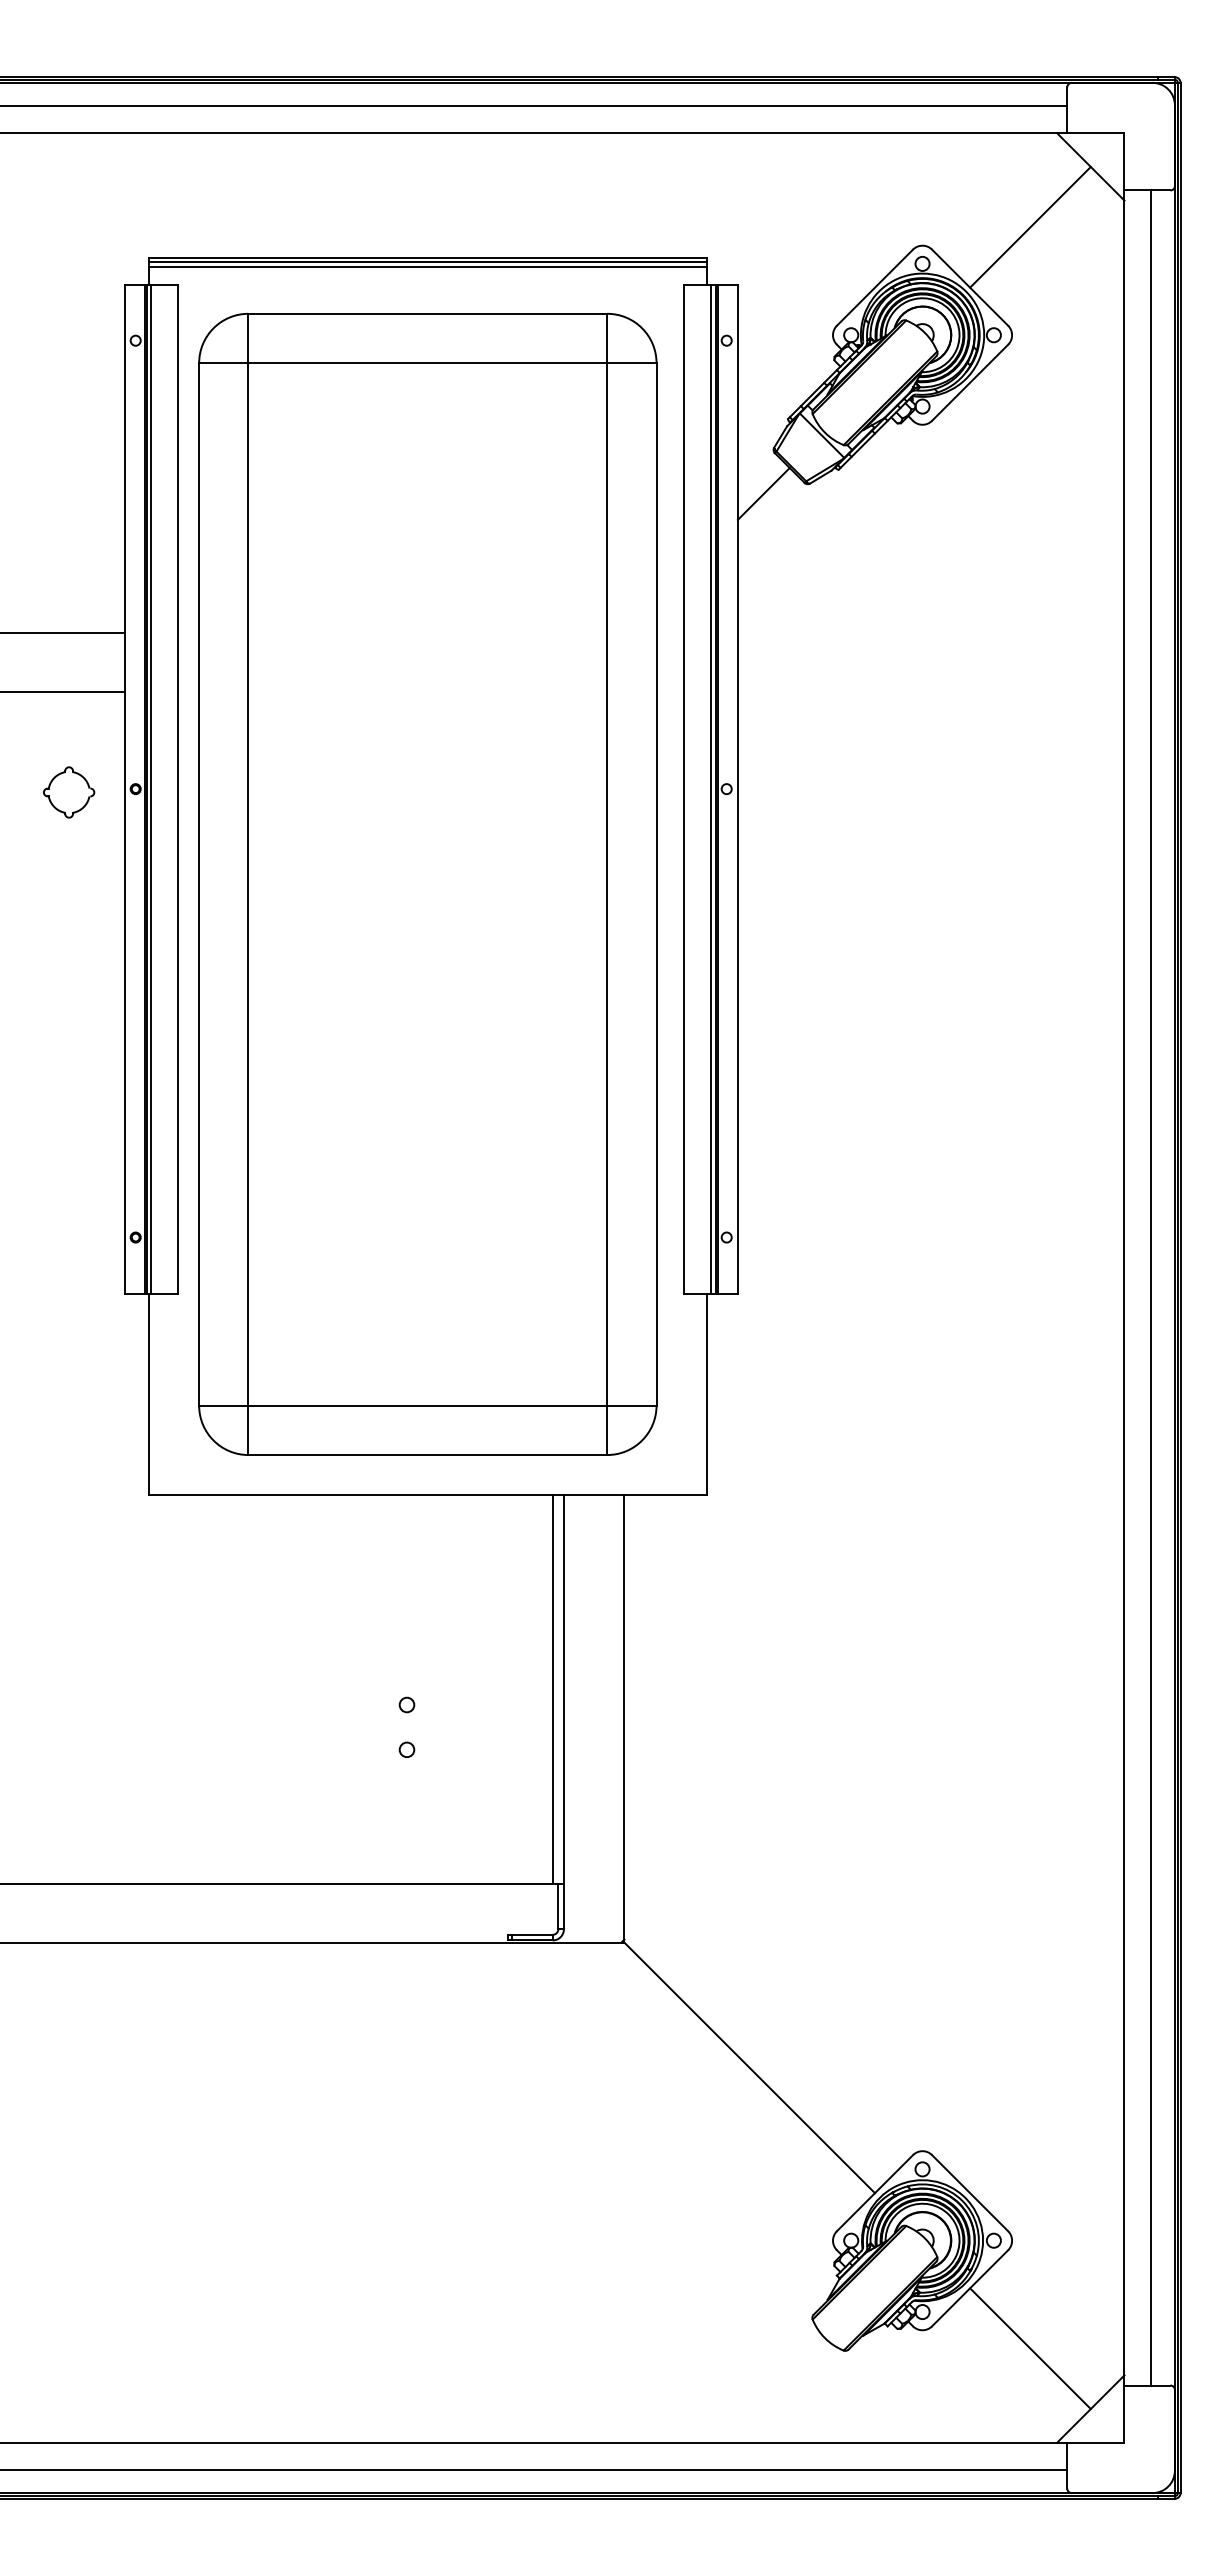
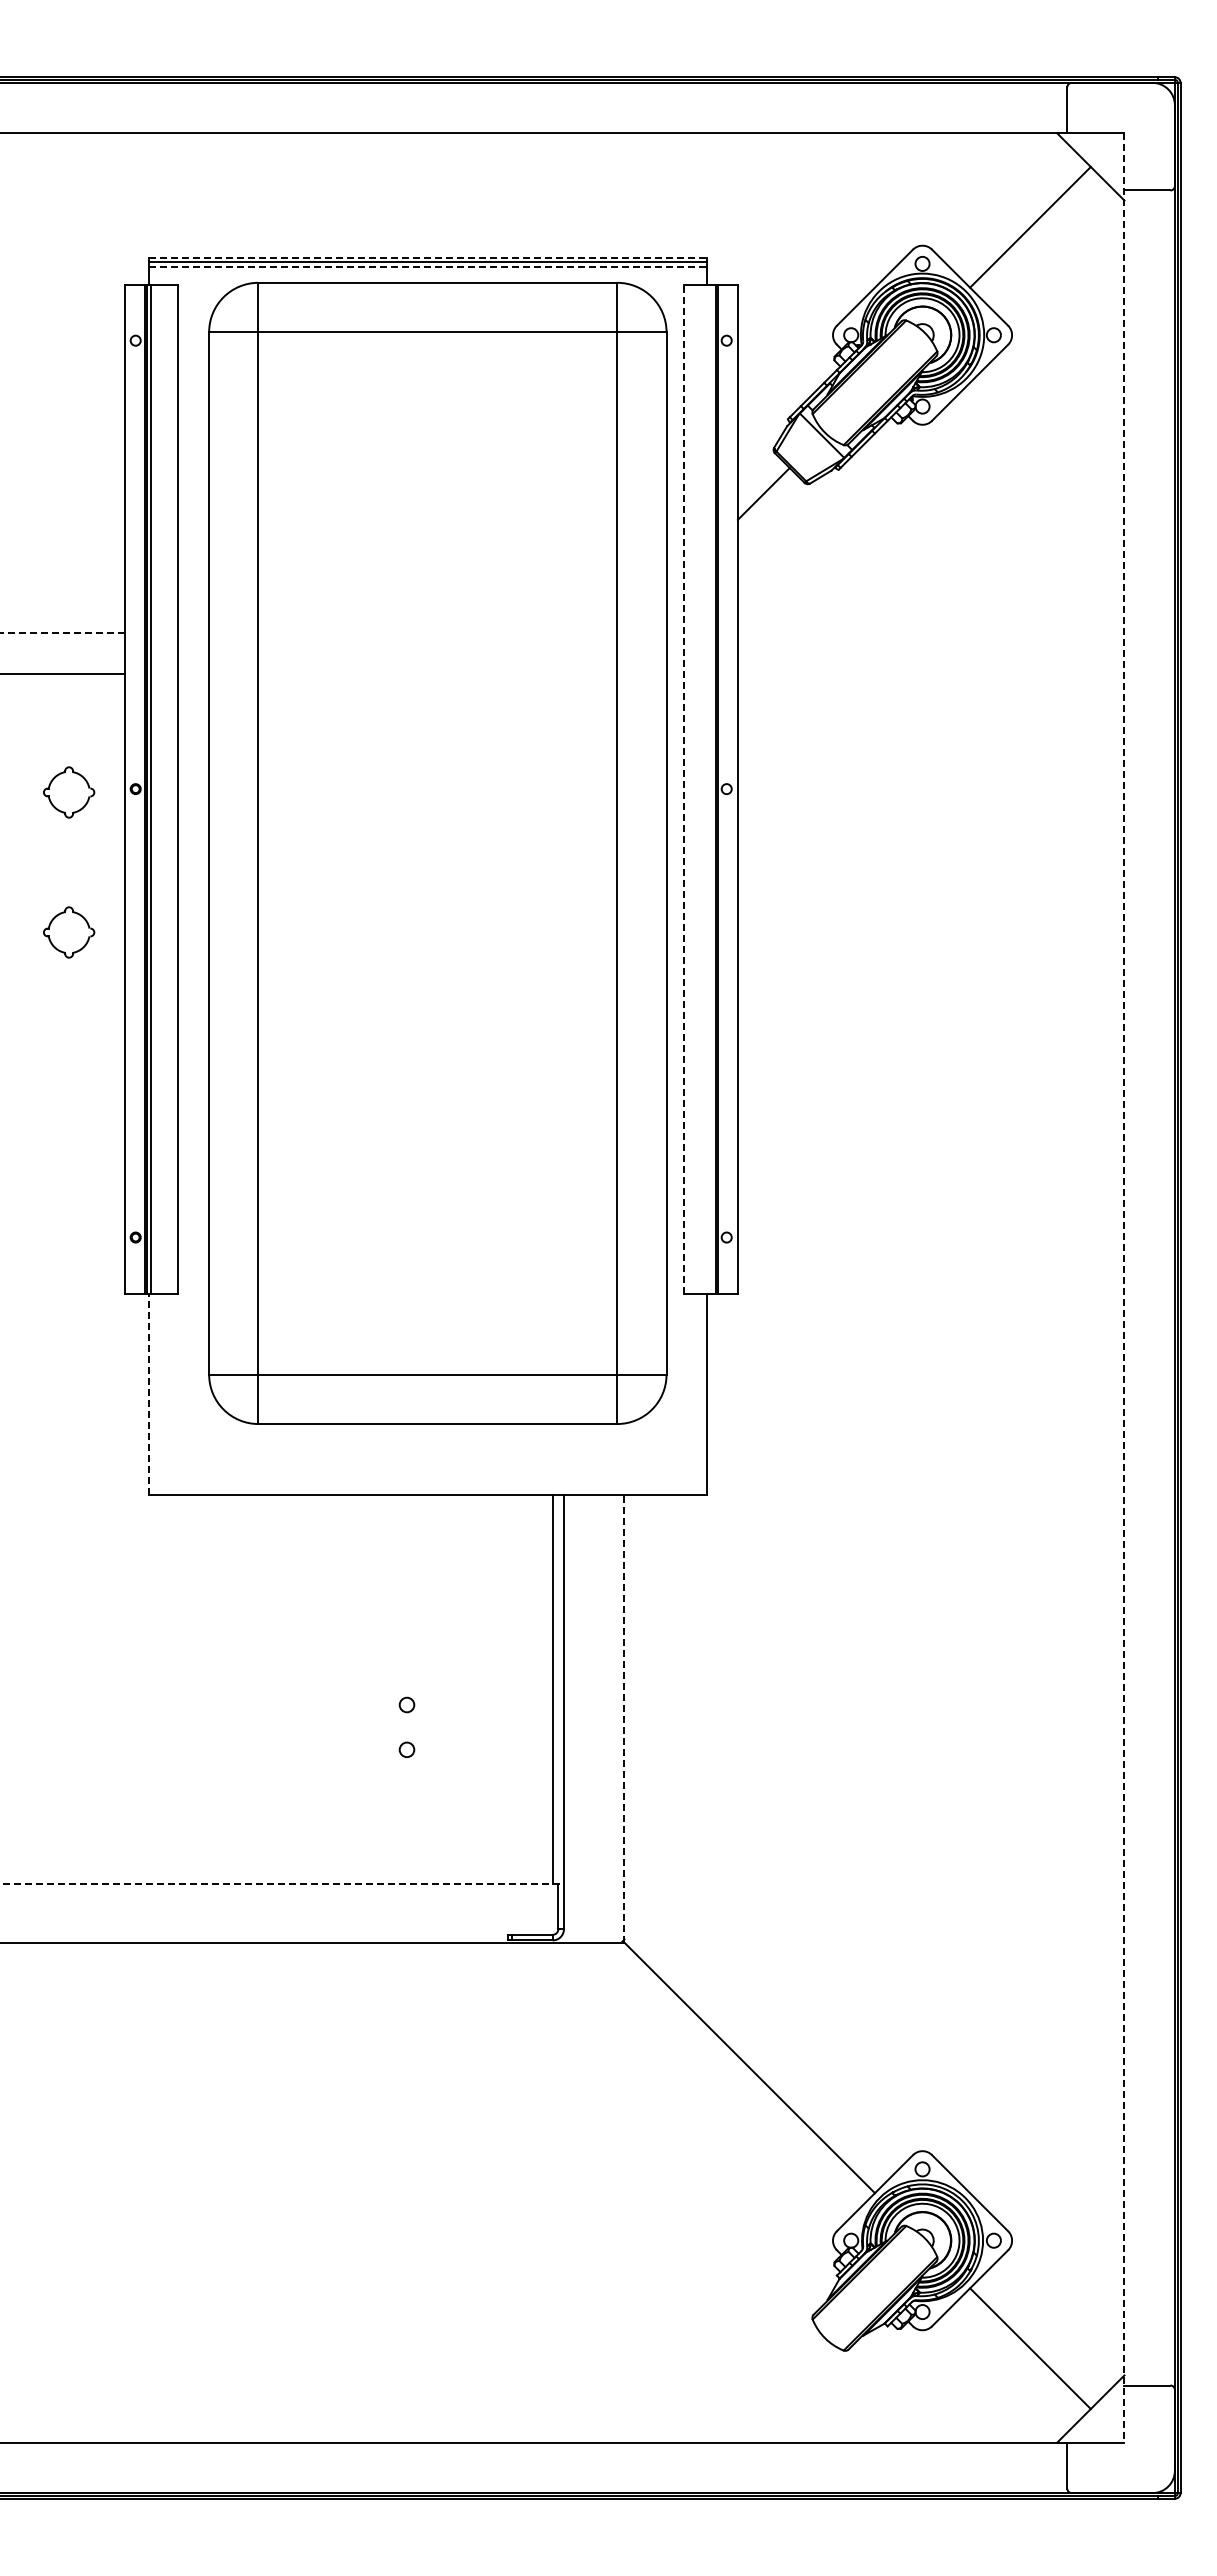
line at (534, 106): present -> none
line at (428, 257): solid -> dashed
line at (428, 266): solid -> dashed
line at (62, 633): solid -> dashed
line at (63, 691) position: (63, 691) -> (63, 673)
line at (684, 788): solid -> dashed
line at (711, 788): present -> none
part at (427, 883) position: (427, 883) -> (437, 852)
part at (69, 932): none -> present
line at (1151, 1287): present -> none
line at (1124, 1288): solid -> dashed
line at (148, 1394): solid -> dashed
line at (624, 1719): solid -> dashed
line at (282, 1884): solid -> dashed
line at (534, 2469): present -> none
